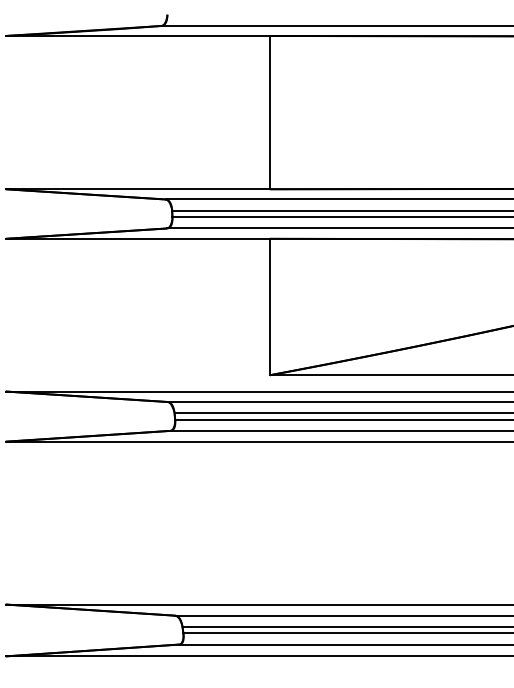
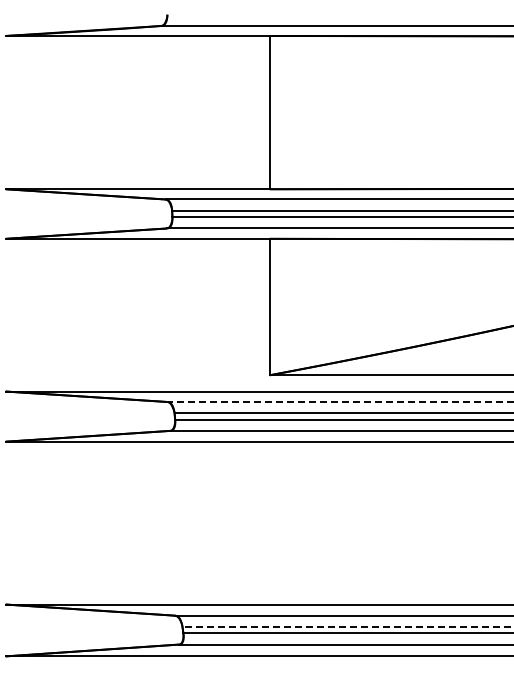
line at (340, 402): solid -> dashed
line at (347, 626): solid -> dashed
